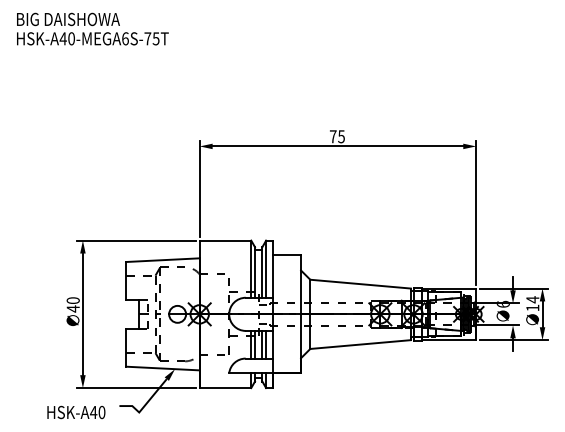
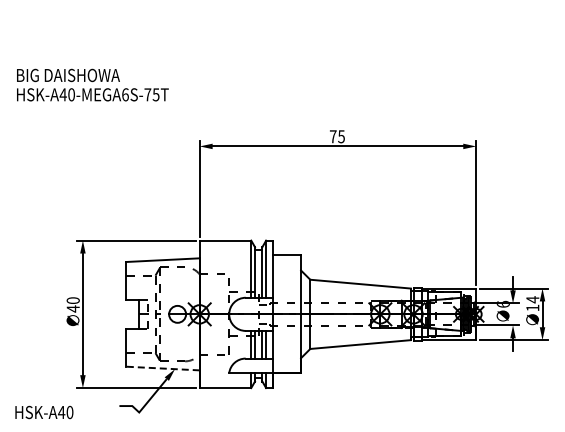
text at (92, 28) position: (92, 28) -> (92, 84)
line at (162, 368): solid -> dashed
text at (76, 412) position: (76, 412) -> (44, 412)
